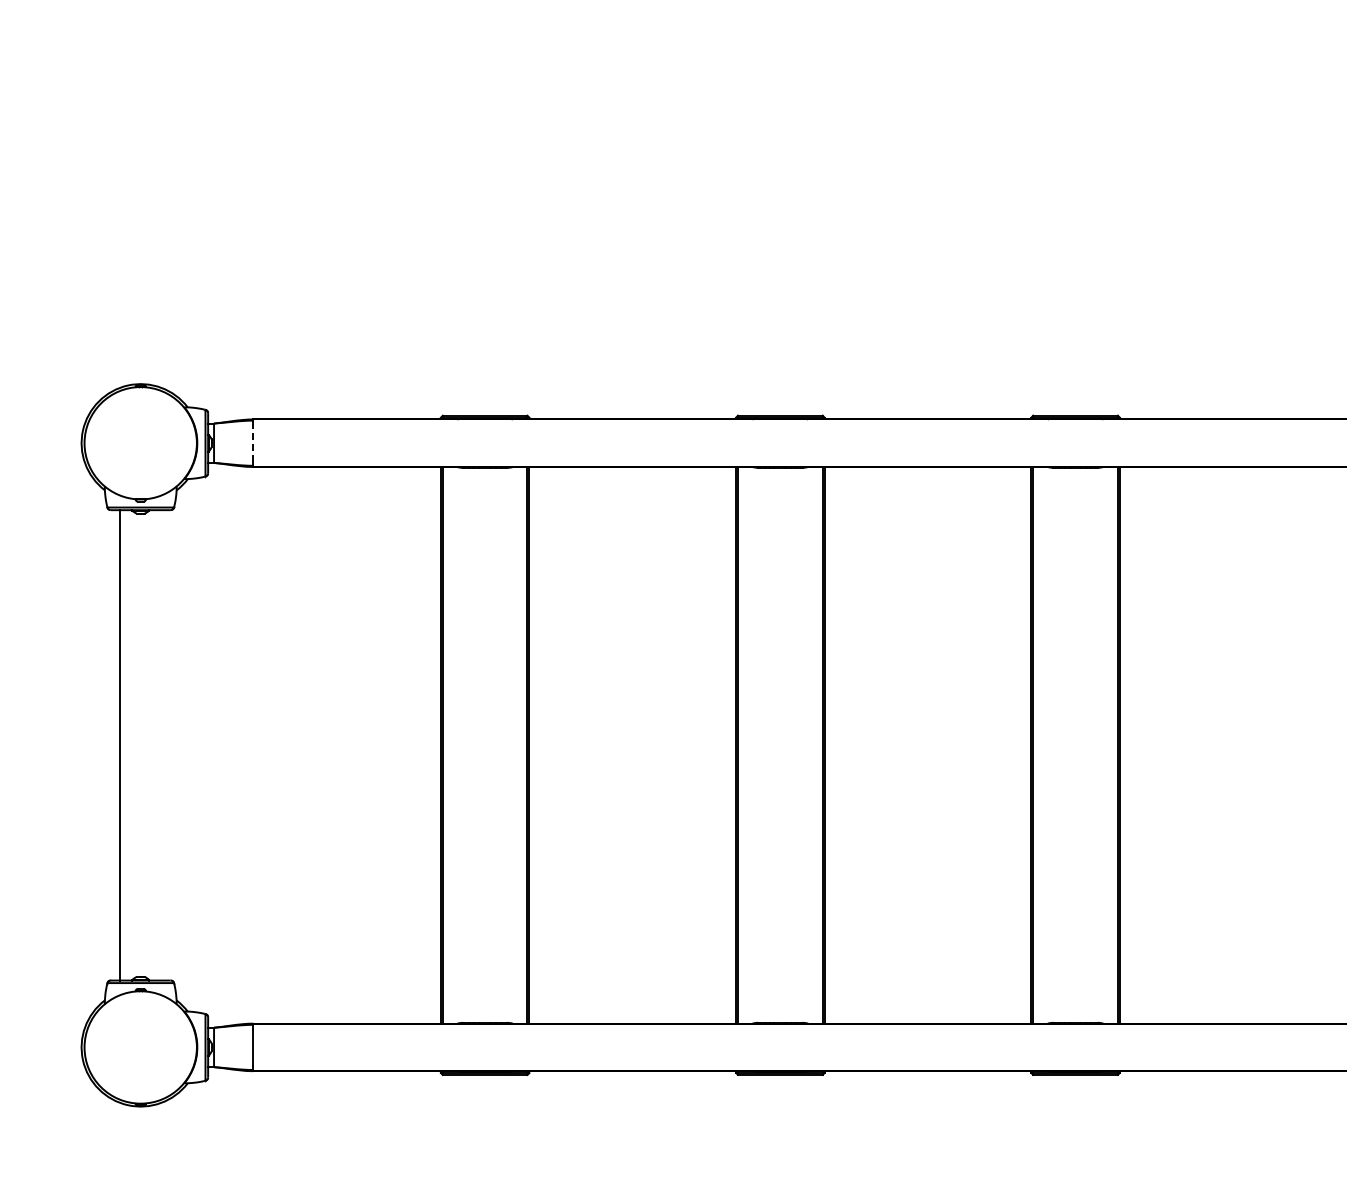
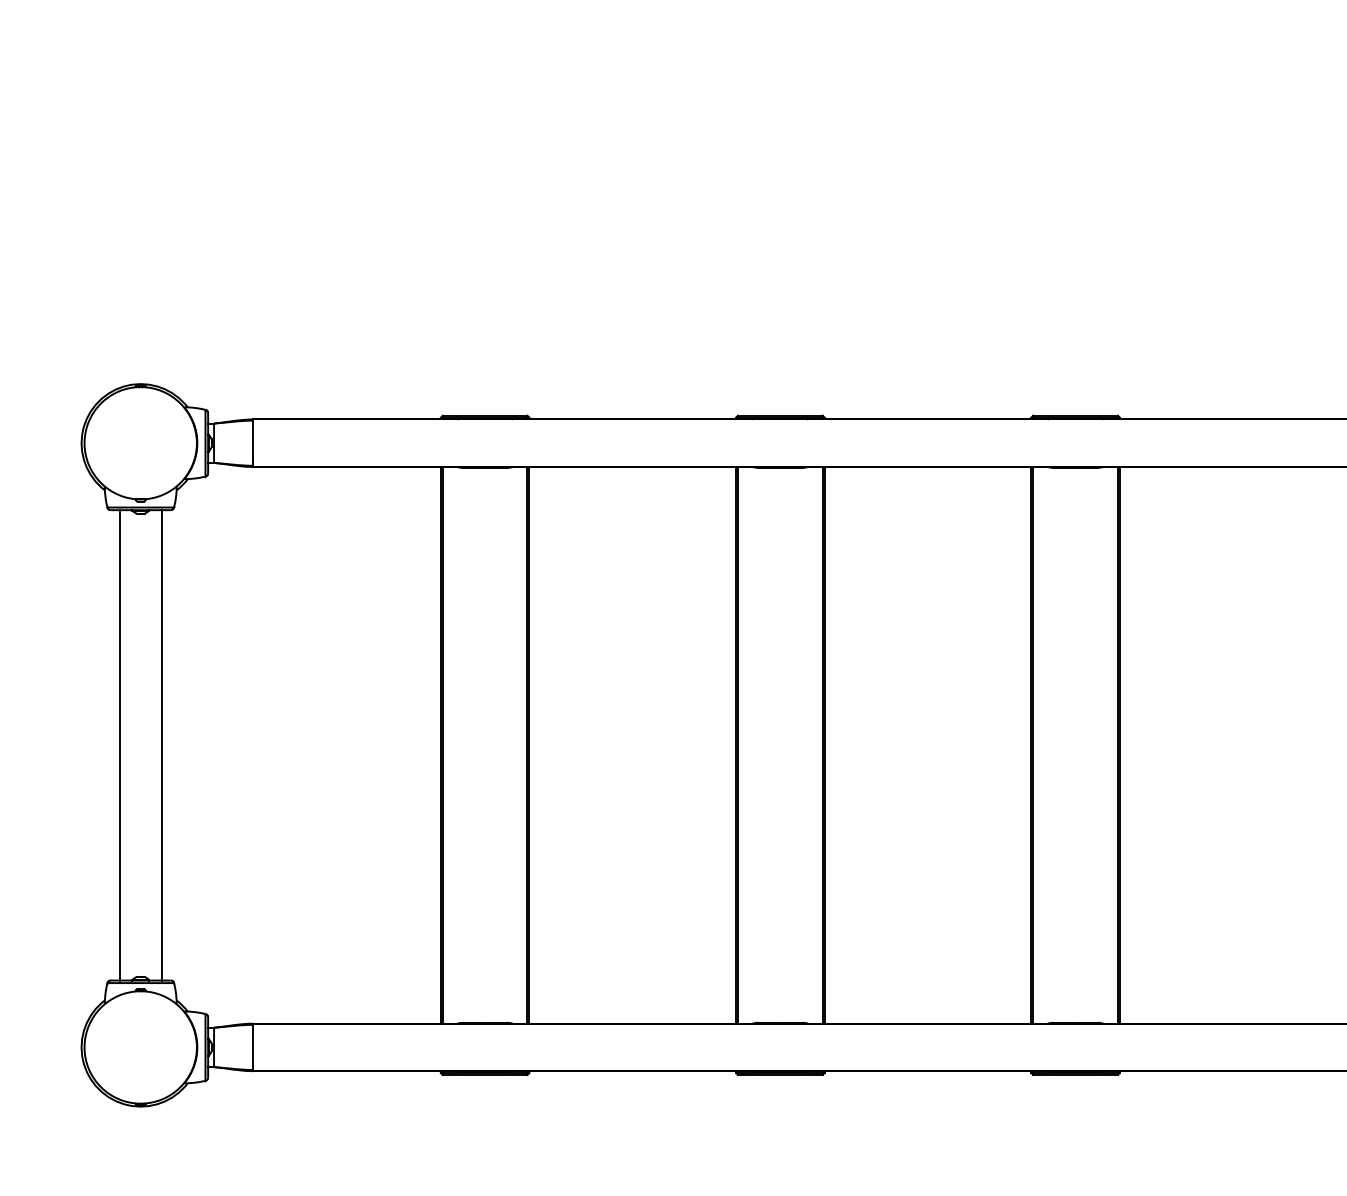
line at (253, 443): dashed -> solid
line at (161, 745): none -> present
